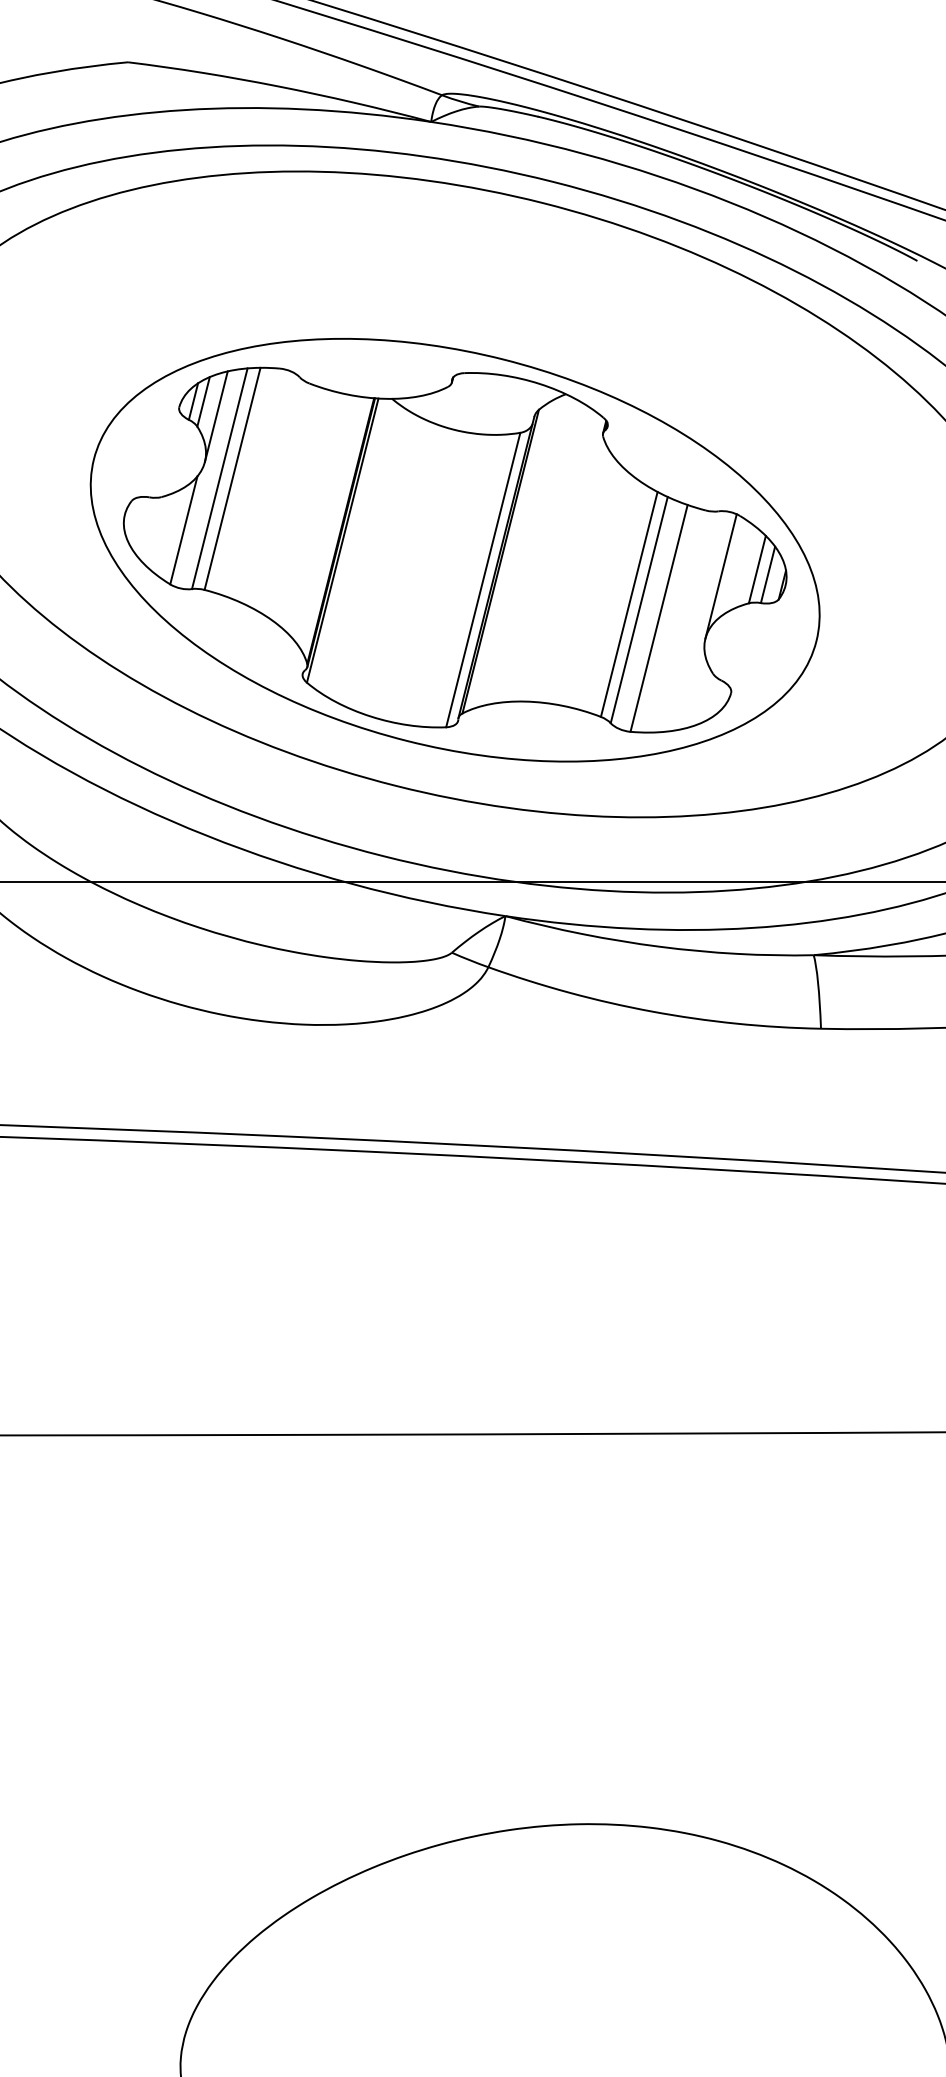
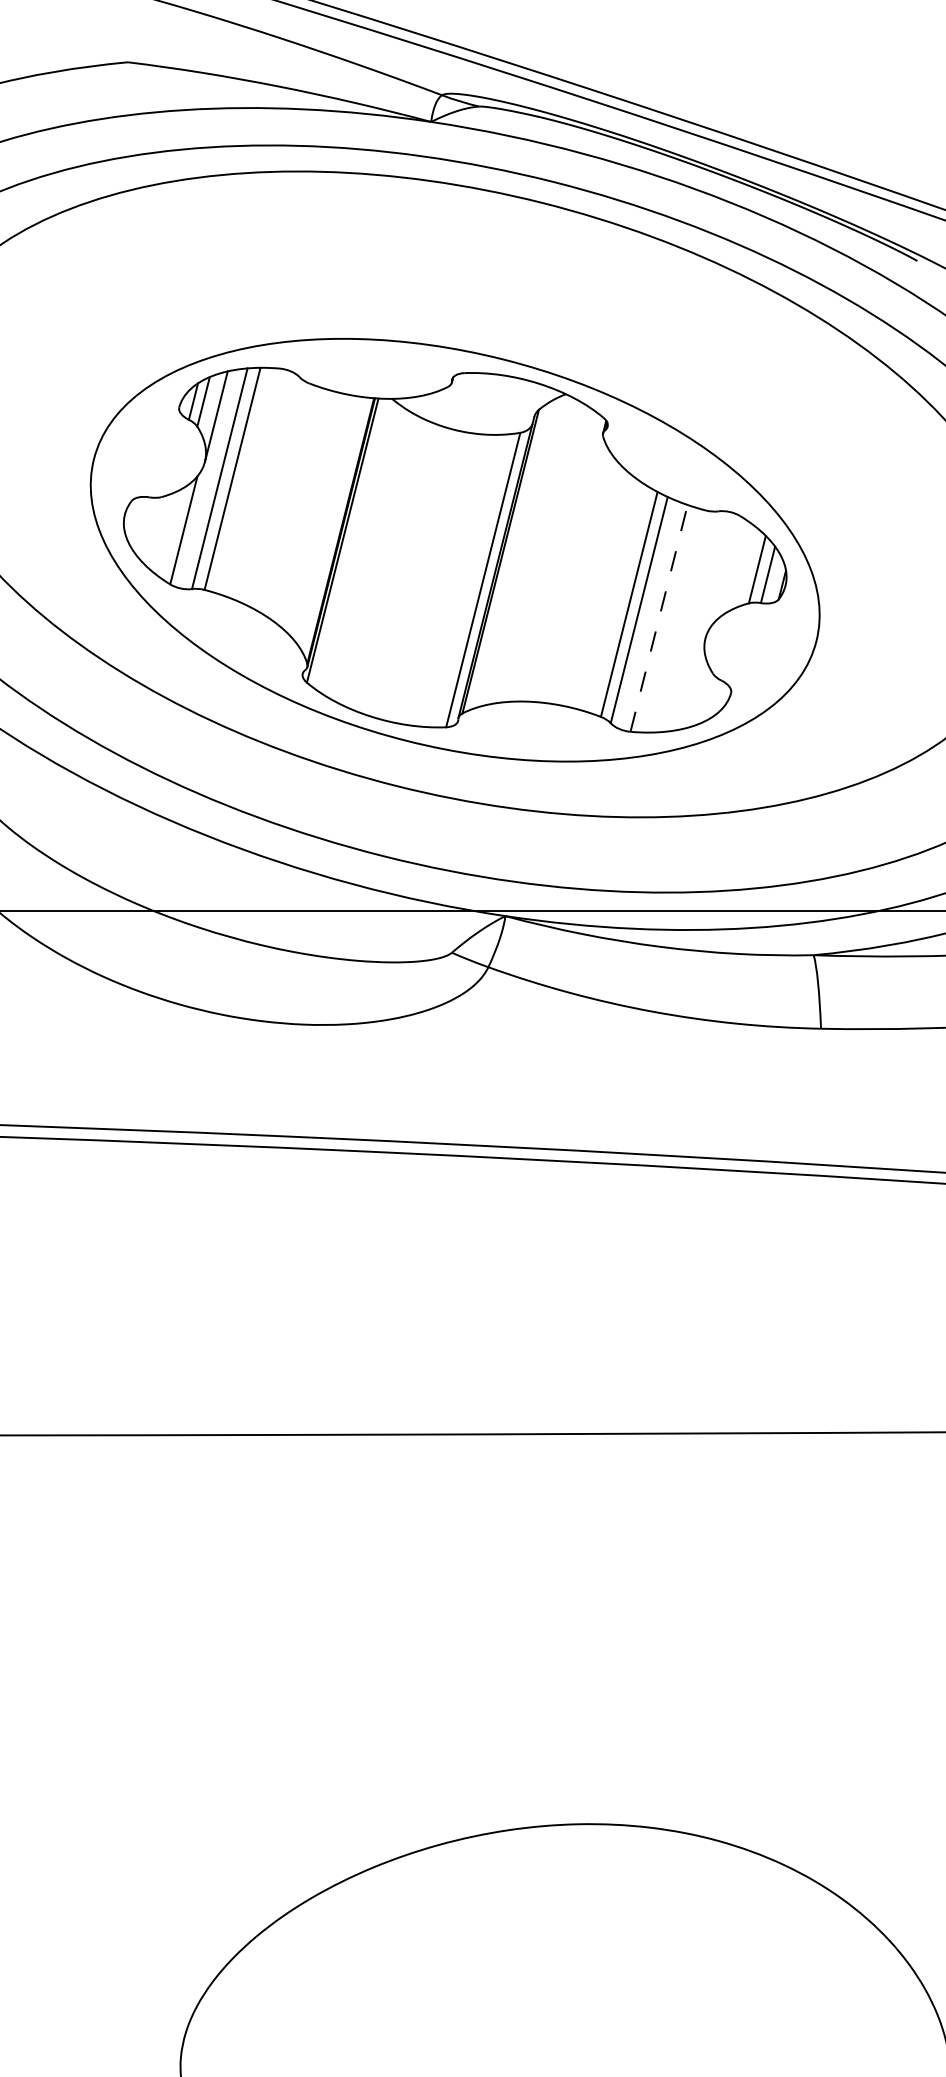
line at (720, 576): present -> none
line at (659, 618): solid -> dashed
line at (472, 882) position: (472, 882) -> (472, 911)
